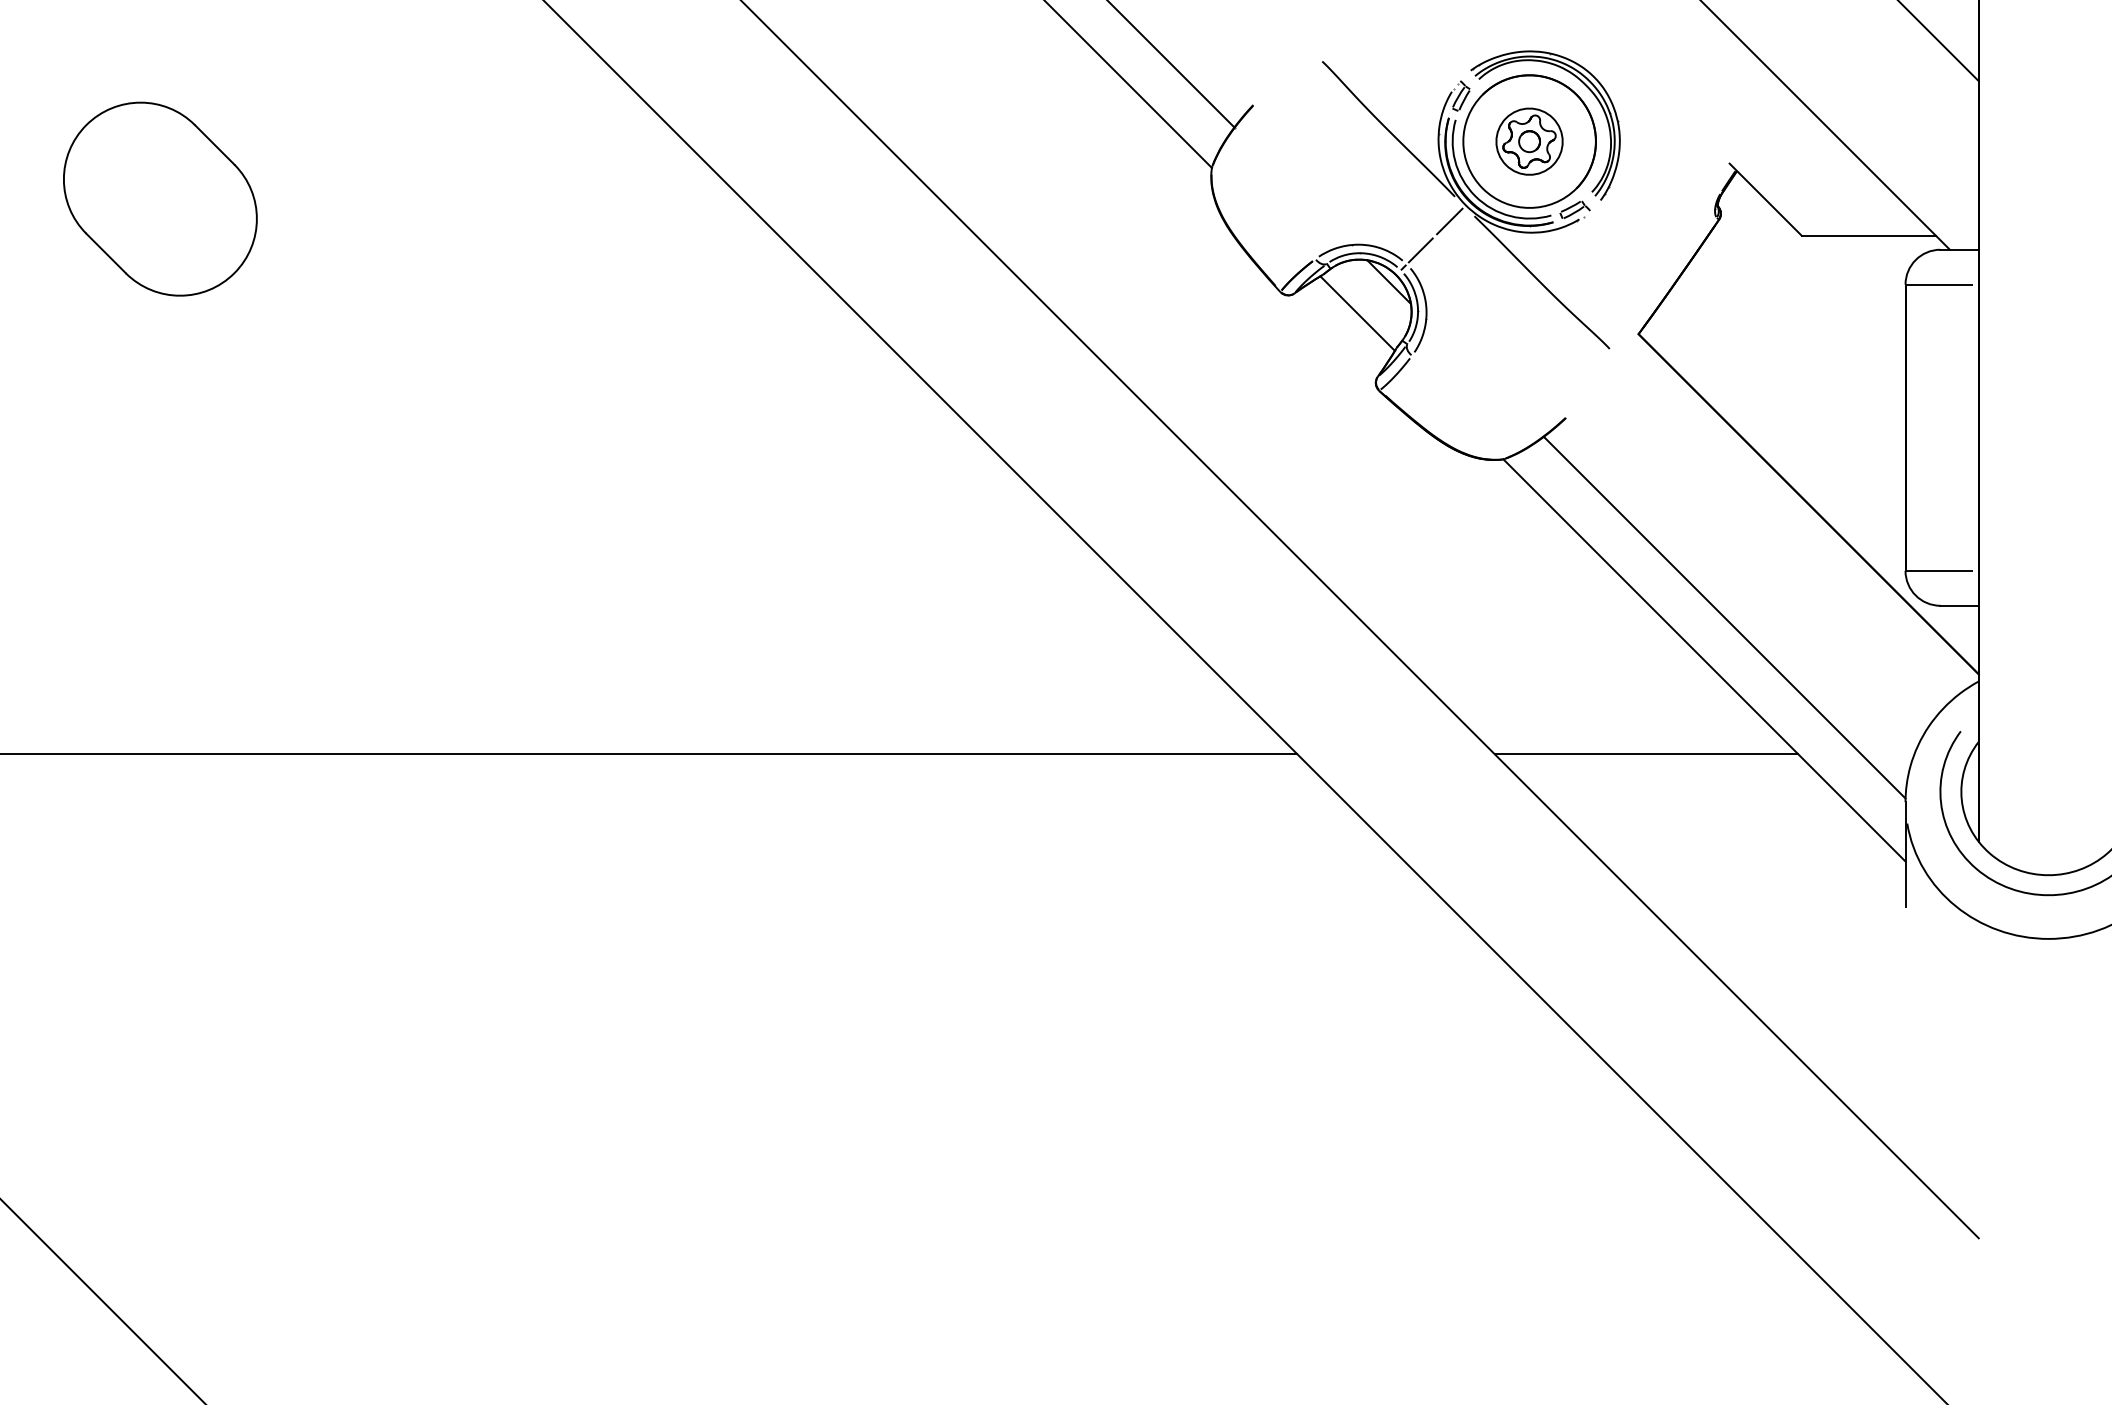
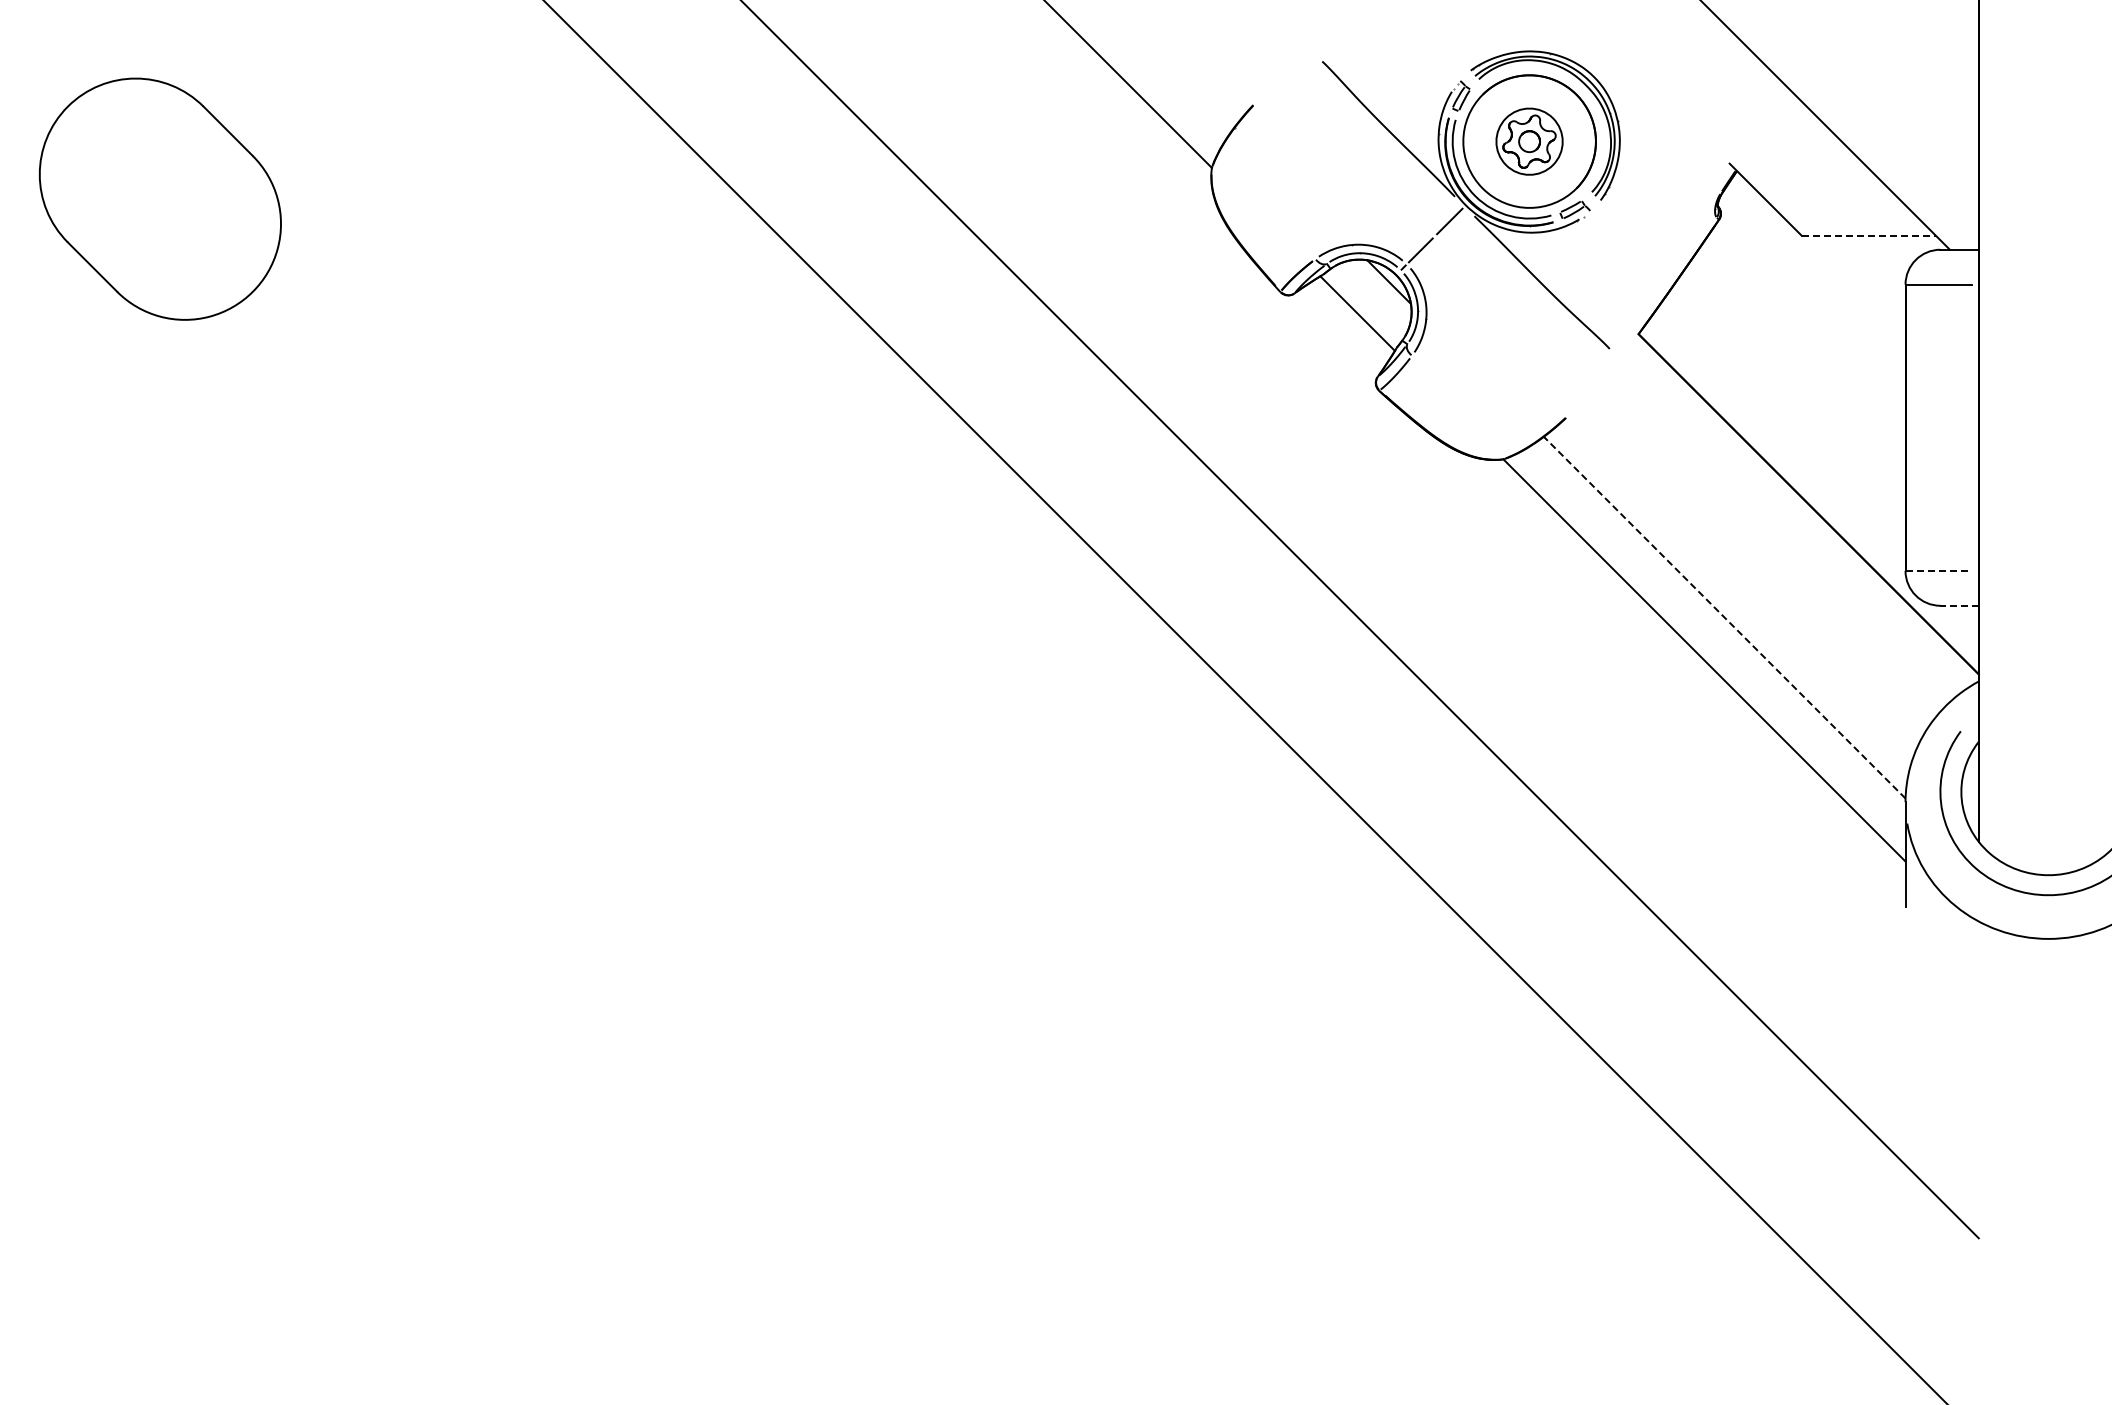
line at (1938, 41): present -> none
line at (1171, 64): present -> none
part at (160, 198) size: 195x196 px -> 243x244 px
line at (1869, 235): solid -> dashed
line at (1939, 570): solid -> dashed
line at (1959, 605): solid -> dashed
line at (1724, 617): solid -> dashed
line at (649, 753): present -> none
line at (1646, 753): present -> none
line at (102, 1301): present -> none
